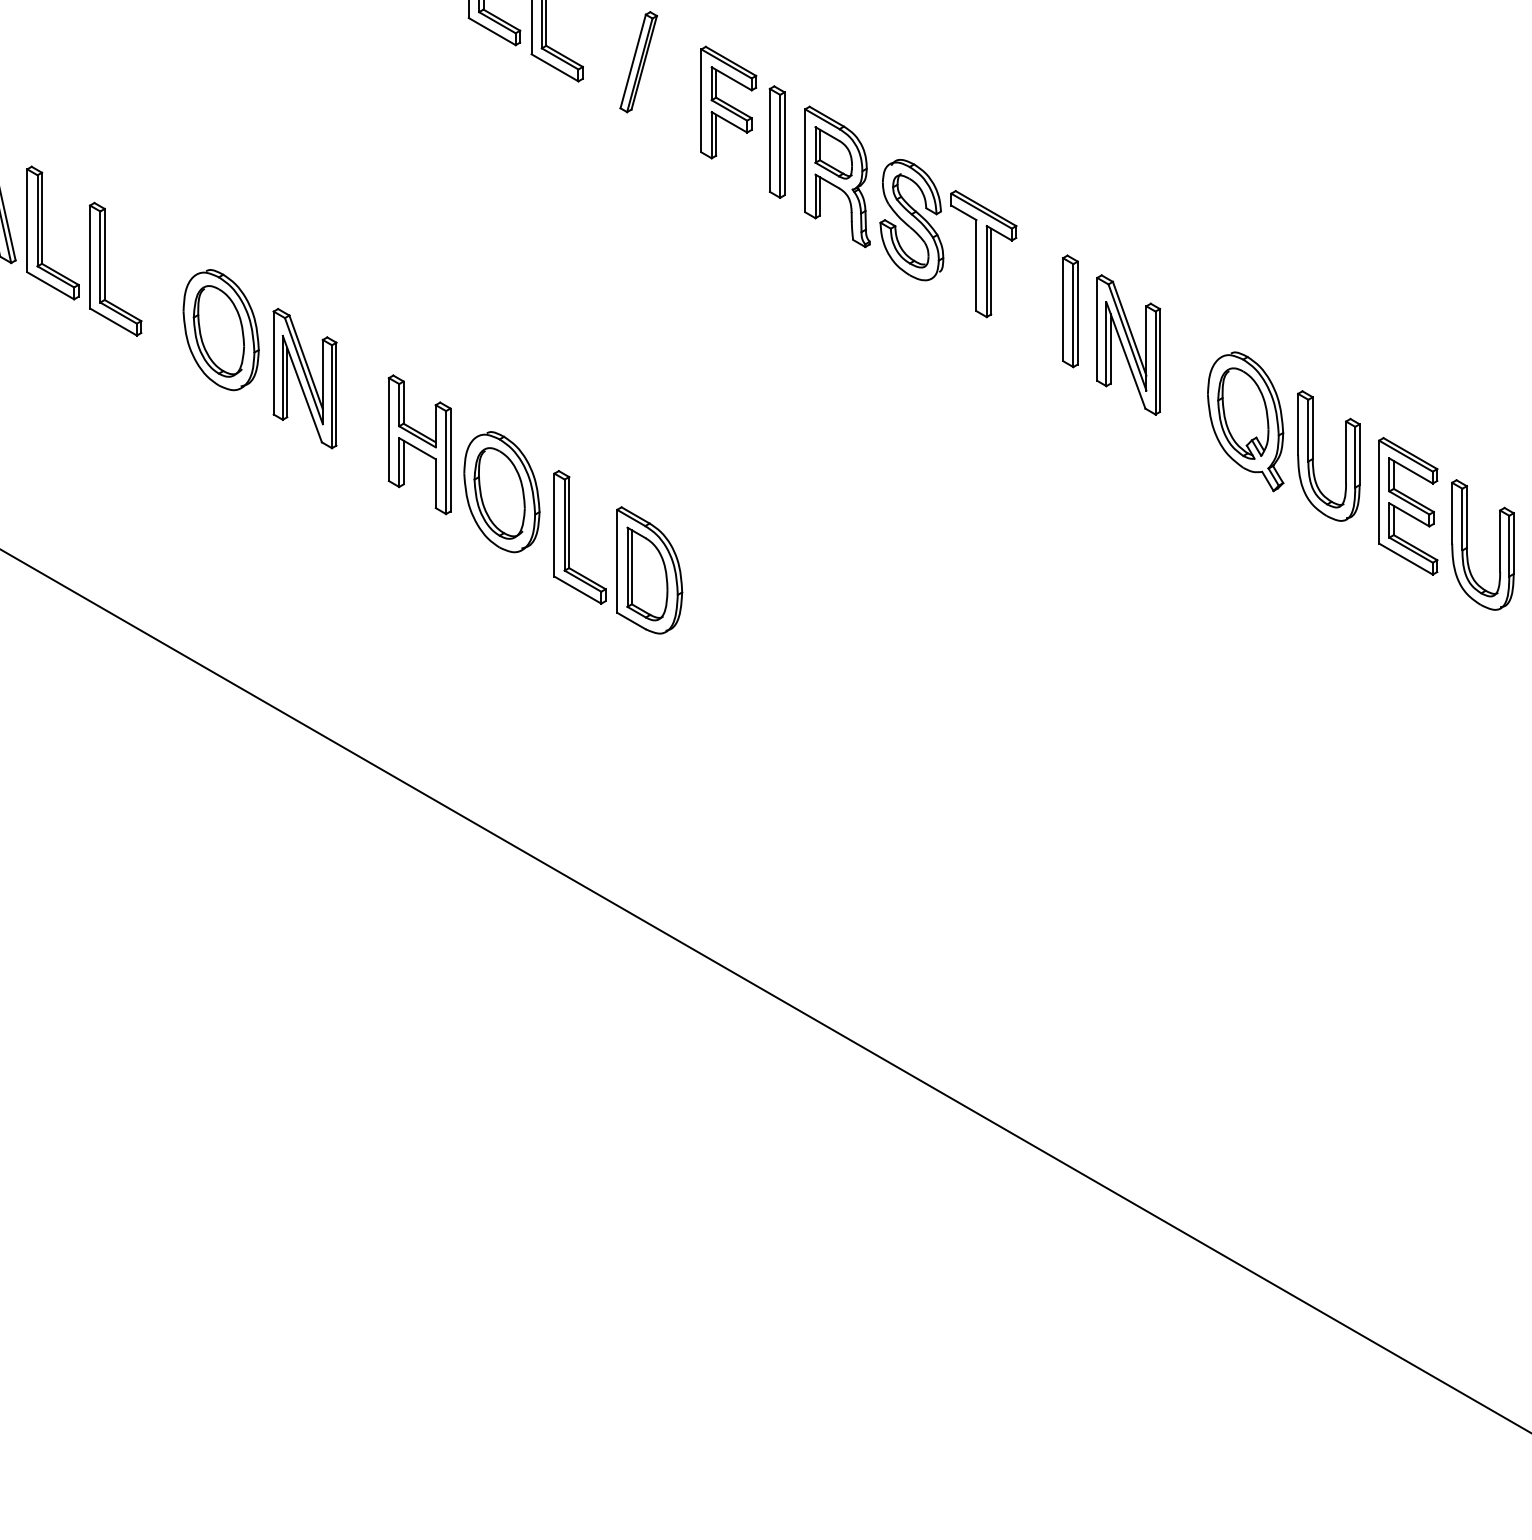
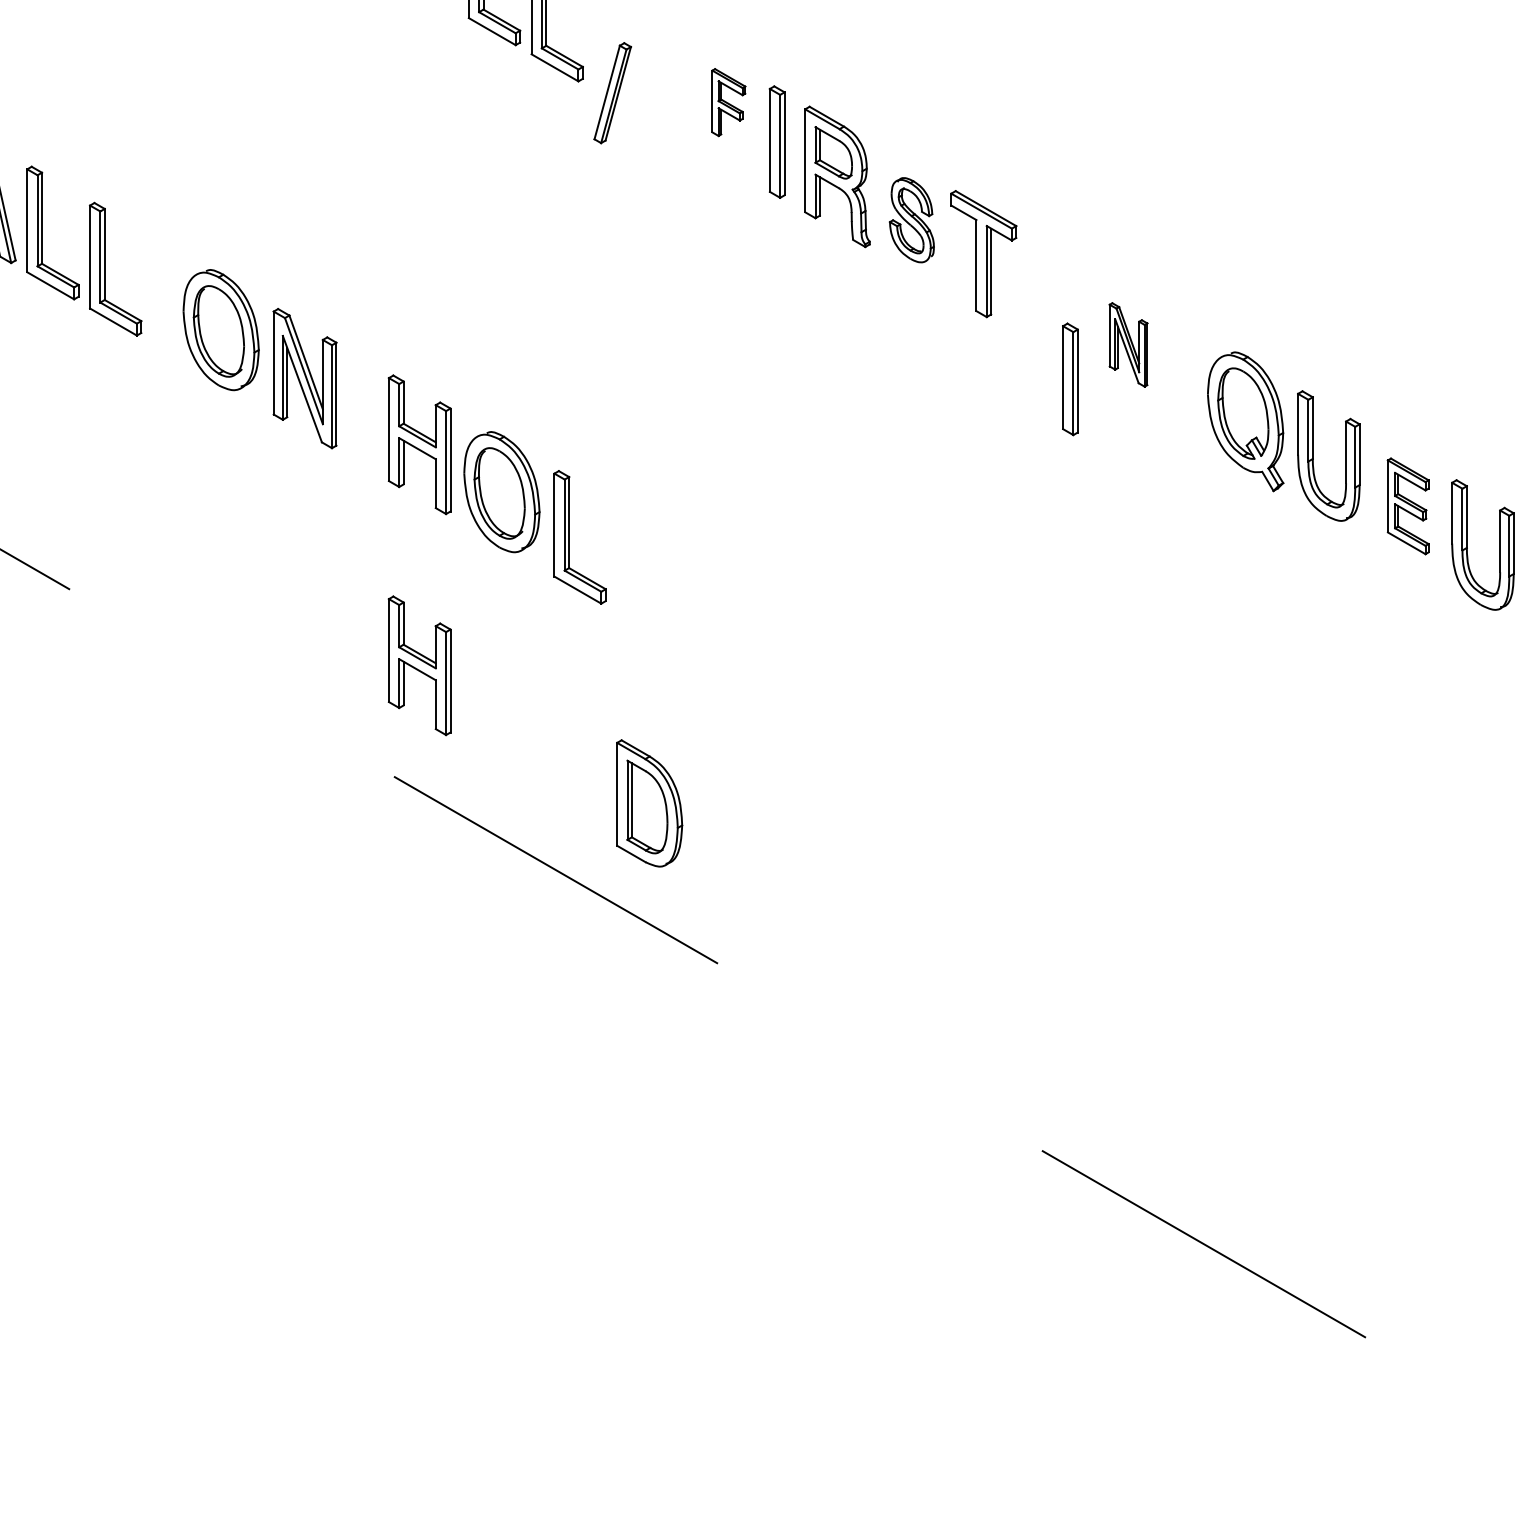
part at (638, 62) position: (638, 62) -> (612, 93)
part at (728, 102) size: 58x115 px -> 36x70 px
part at (911, 220) size: 66x123 px -> 47x87 px
part at (1070, 311) position: (1070, 311) -> (1070, 379)
part at (1128, 344) size: 65x142 px -> 41x86 px
part at (1408, 506) size: 61x139 px -> 44x99 px
part at (649, 570) position: (649, 570) -> (649, 803)
part at (419, 665): none -> present
line at (765, 991): solid -> dashed
